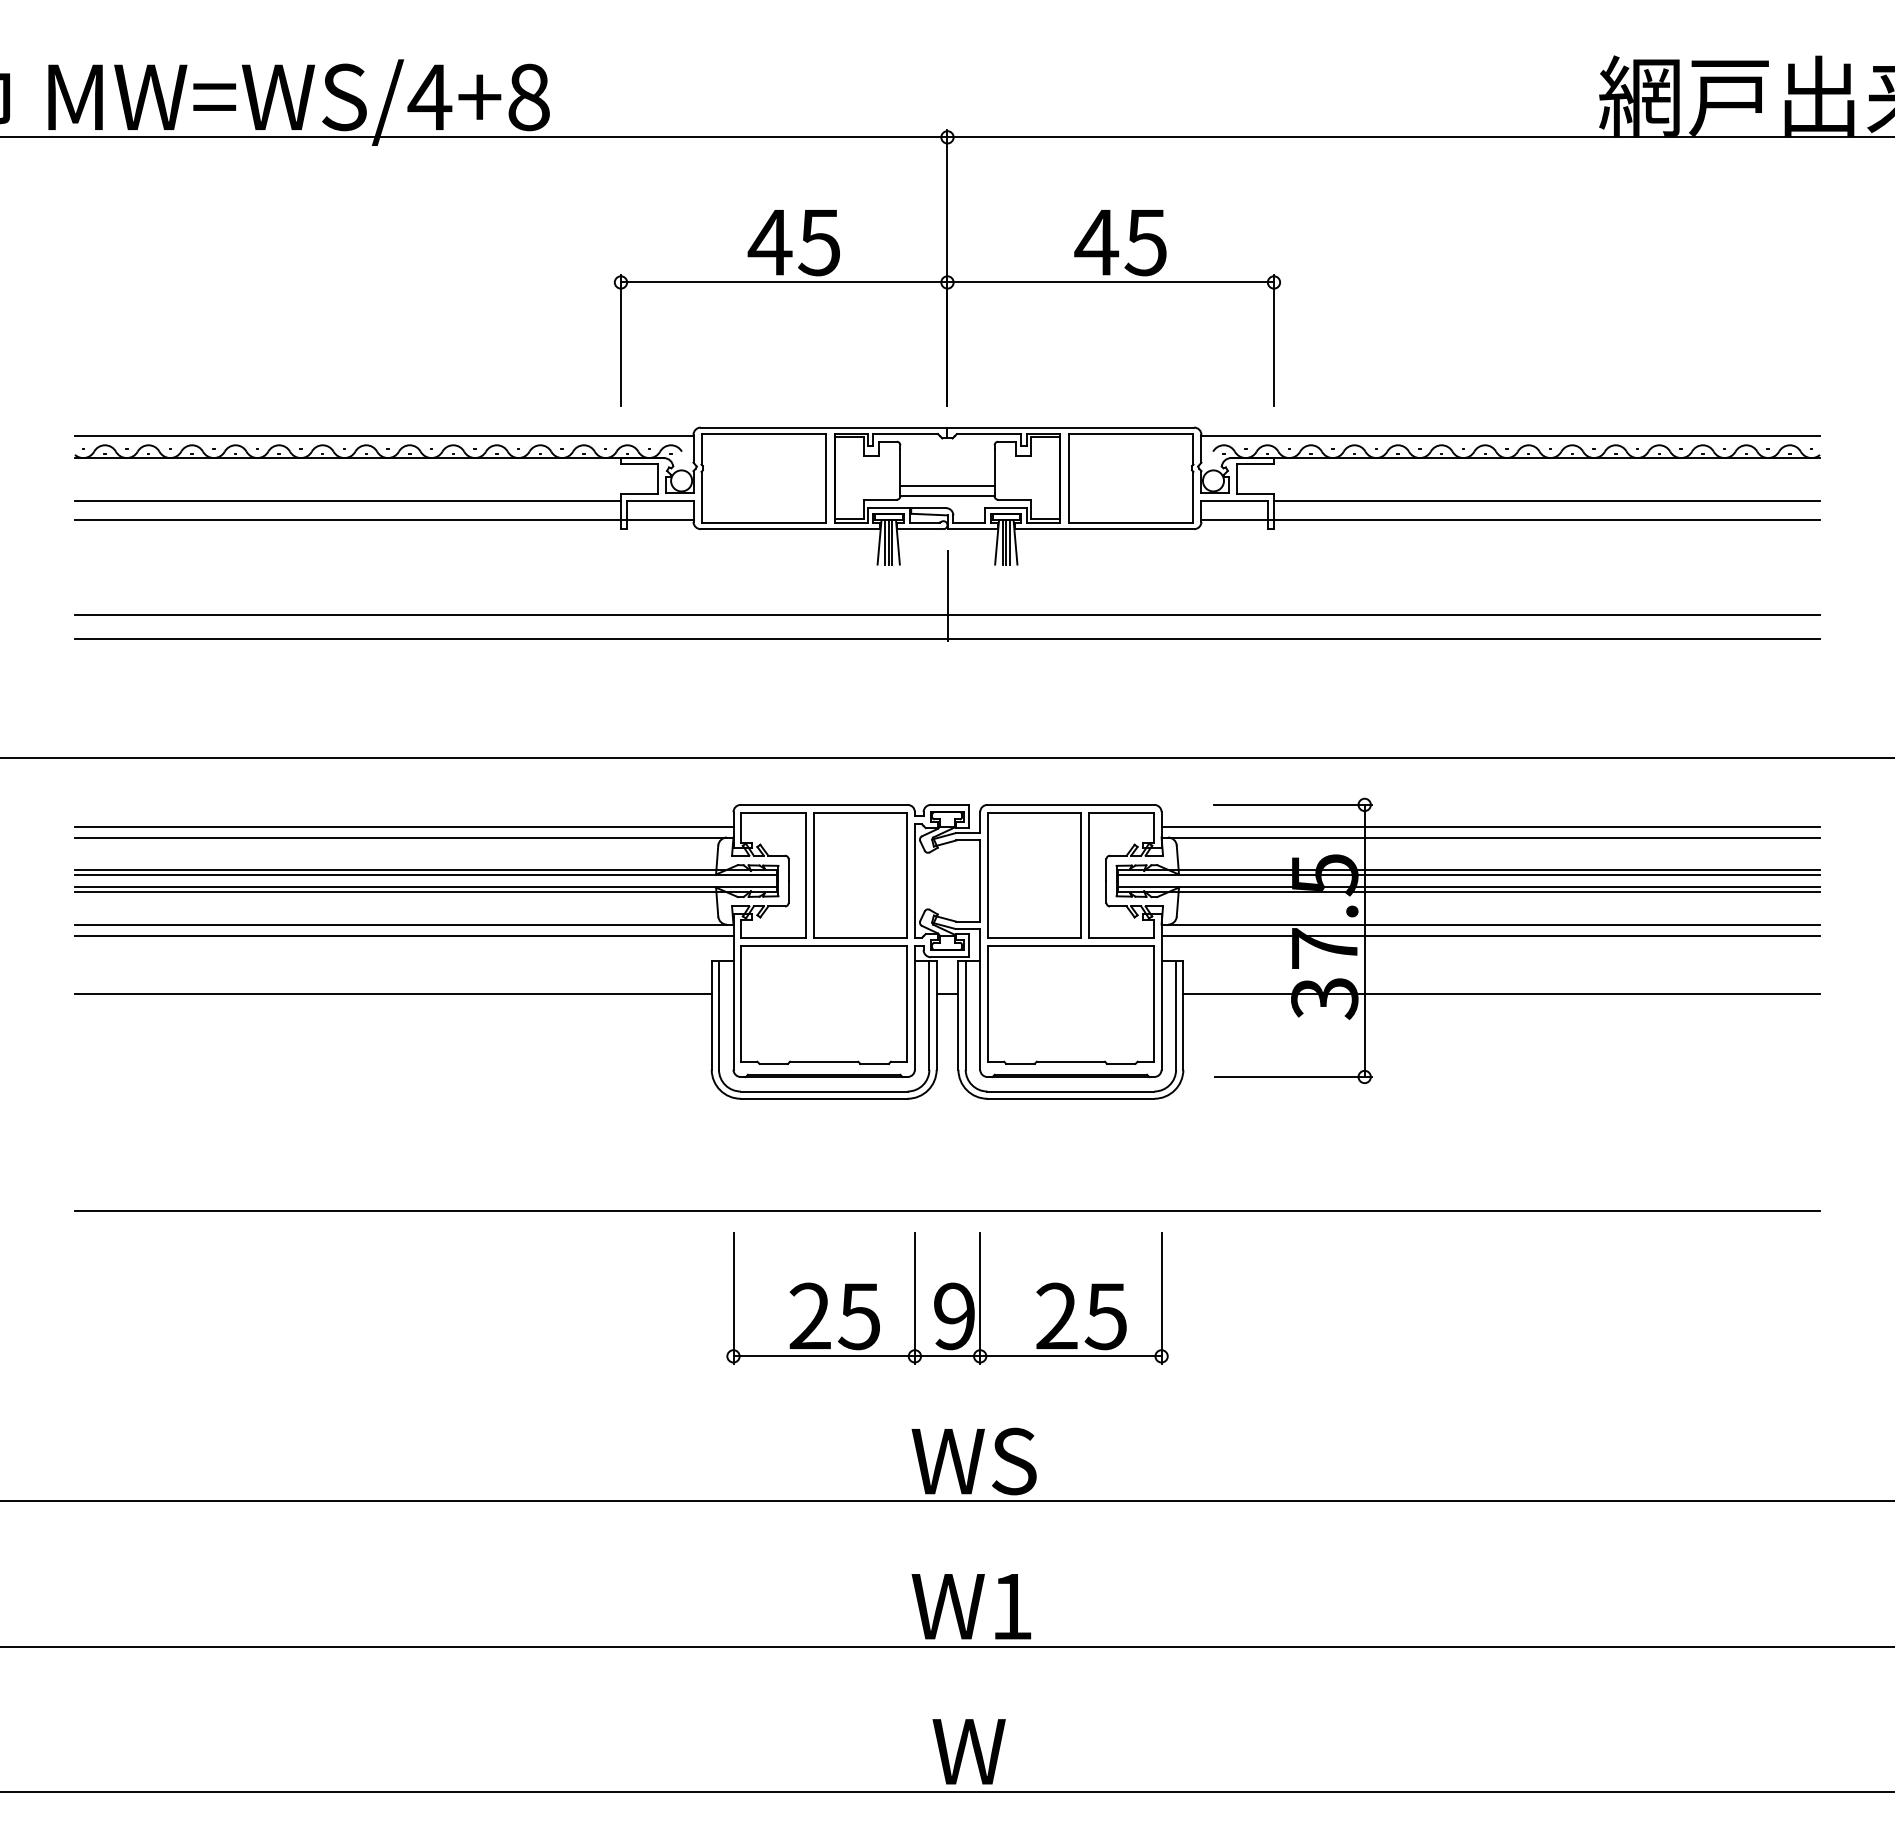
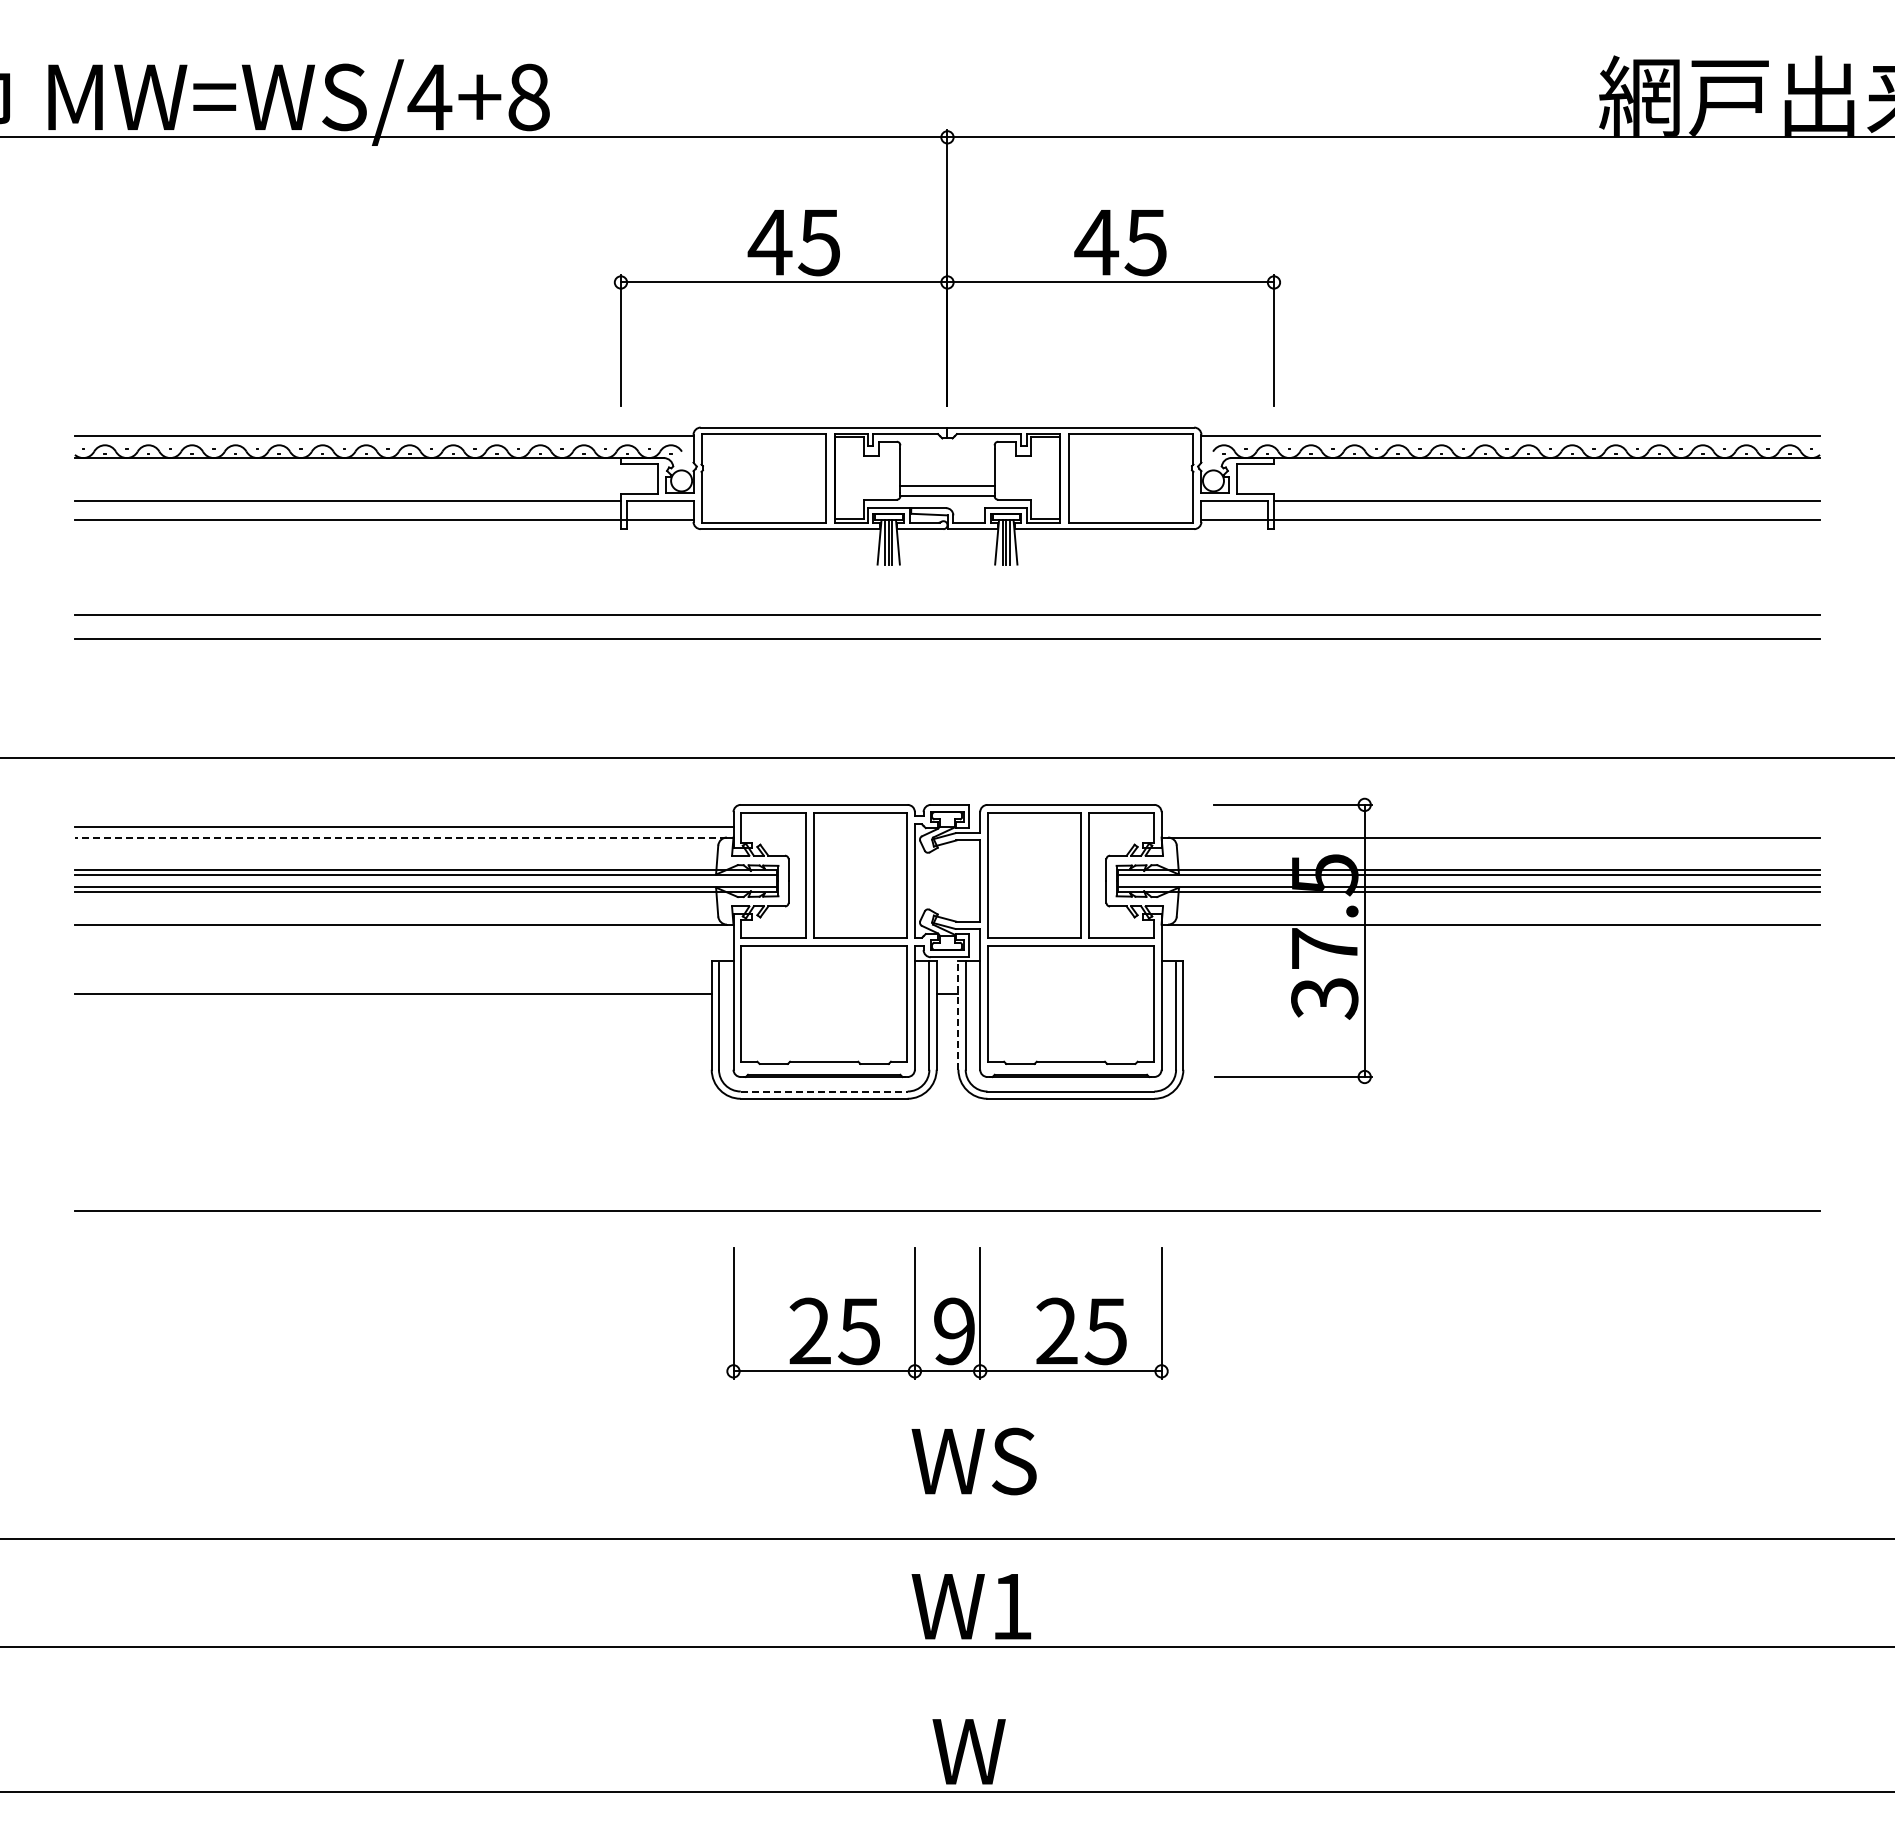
line at (947, 596): present -> none
line at (1490, 826): present -> none
line at (400, 837): solid -> dashed
line at (404, 935): present -> none
line at (1490, 935): present -> none
line at (1501, 993): present -> none
line at (958, 1014): solid -> dashed
line at (824, 1091): solid -> dashed
part at (947, 1298) position: (947, 1298) -> (947, 1313)
line at (946, 1501) position: (946, 1501) -> (946, 1539)
